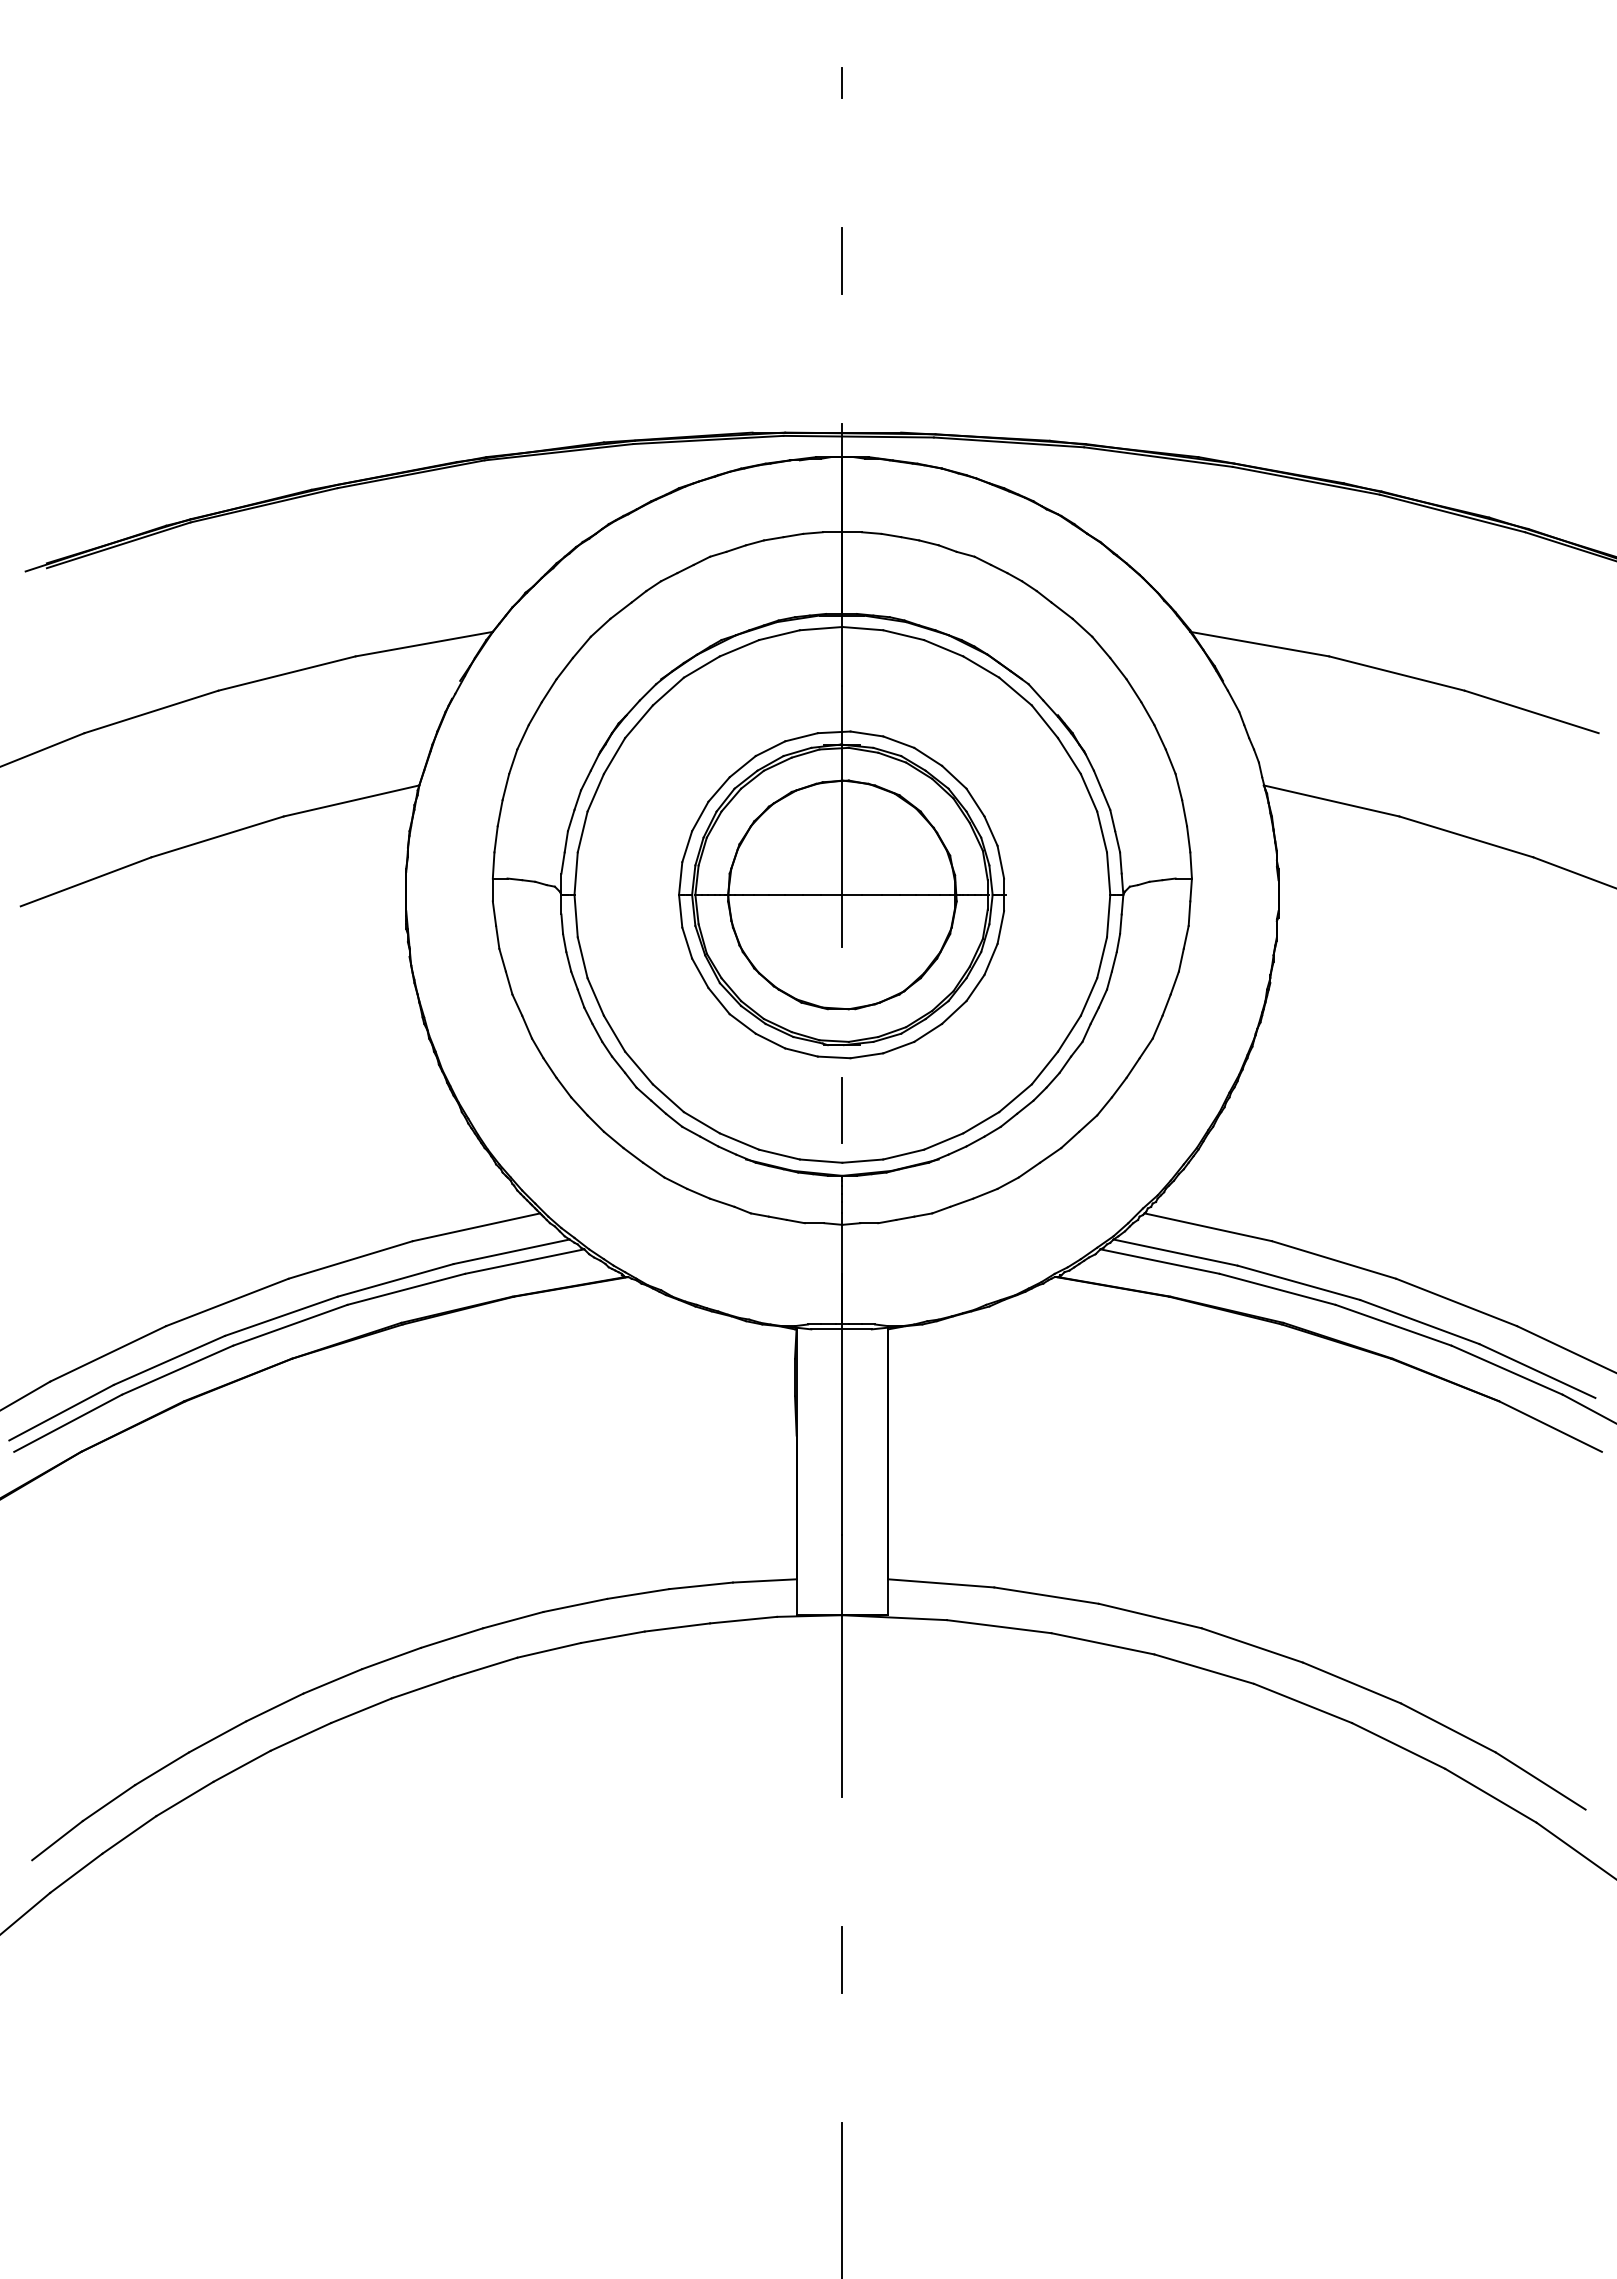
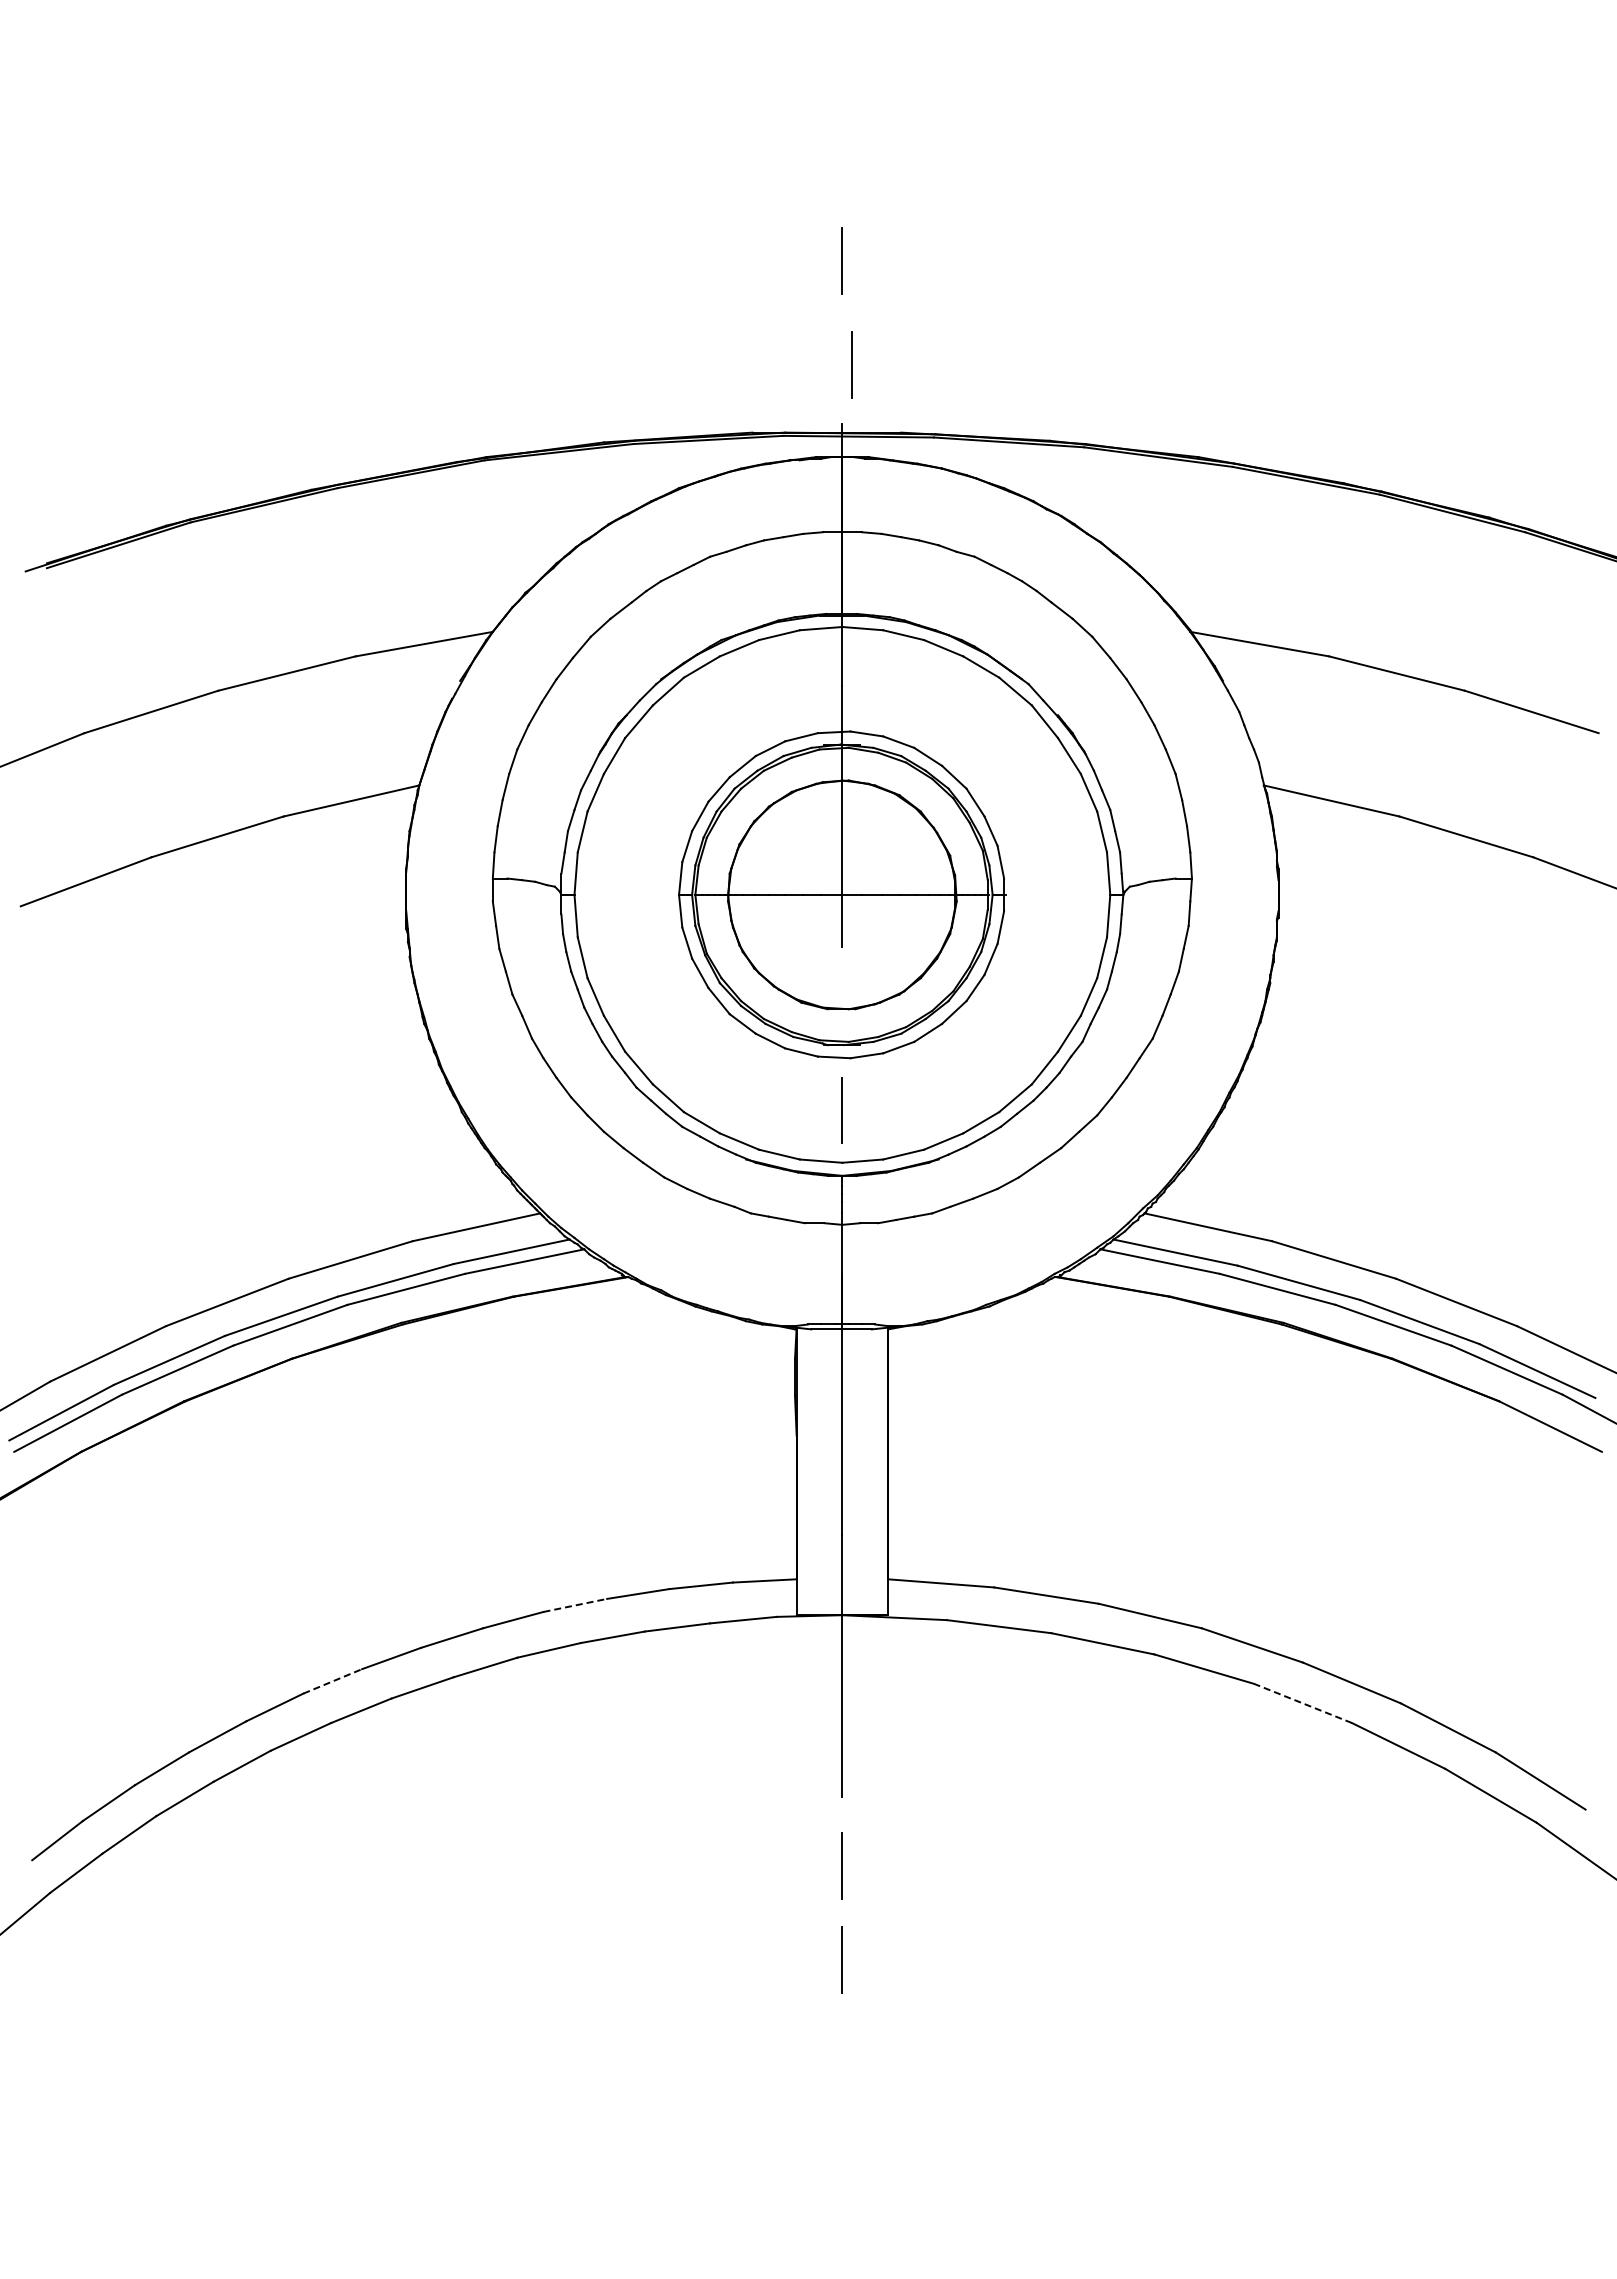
line at (841, 82): present -> none
line at (851, 364): none -> present
line at (575, 1605): solid -> dashed
line at (332, 1681): solid -> dashed
line at (1303, 1703): solid -> dashed
line at (841, 1865): none -> present
line at (842, 2199): present -> none
